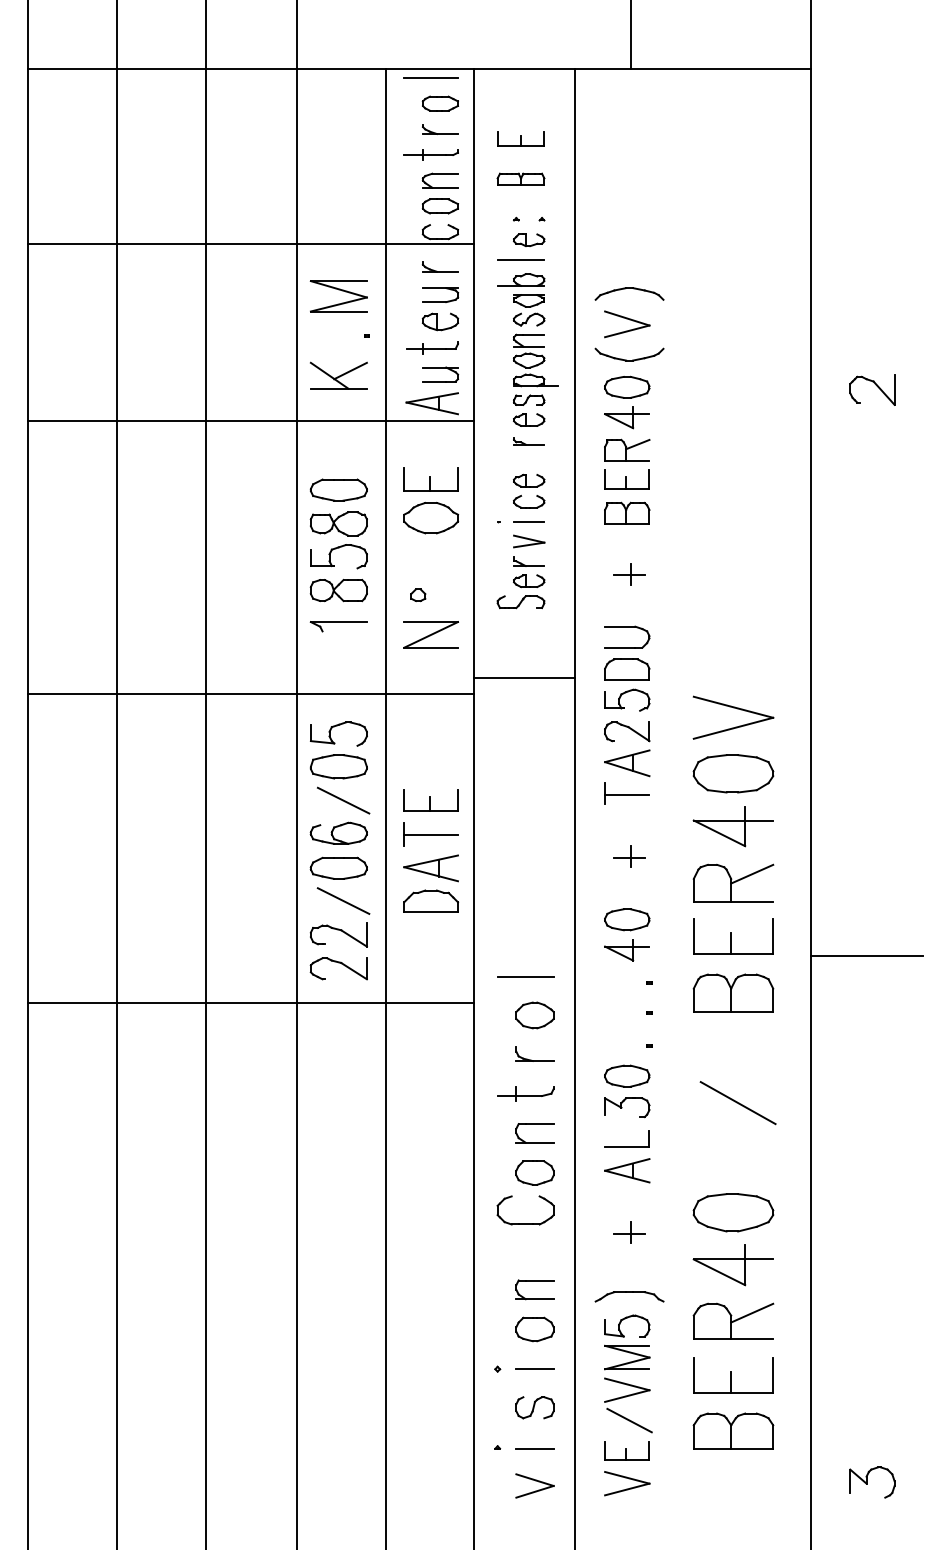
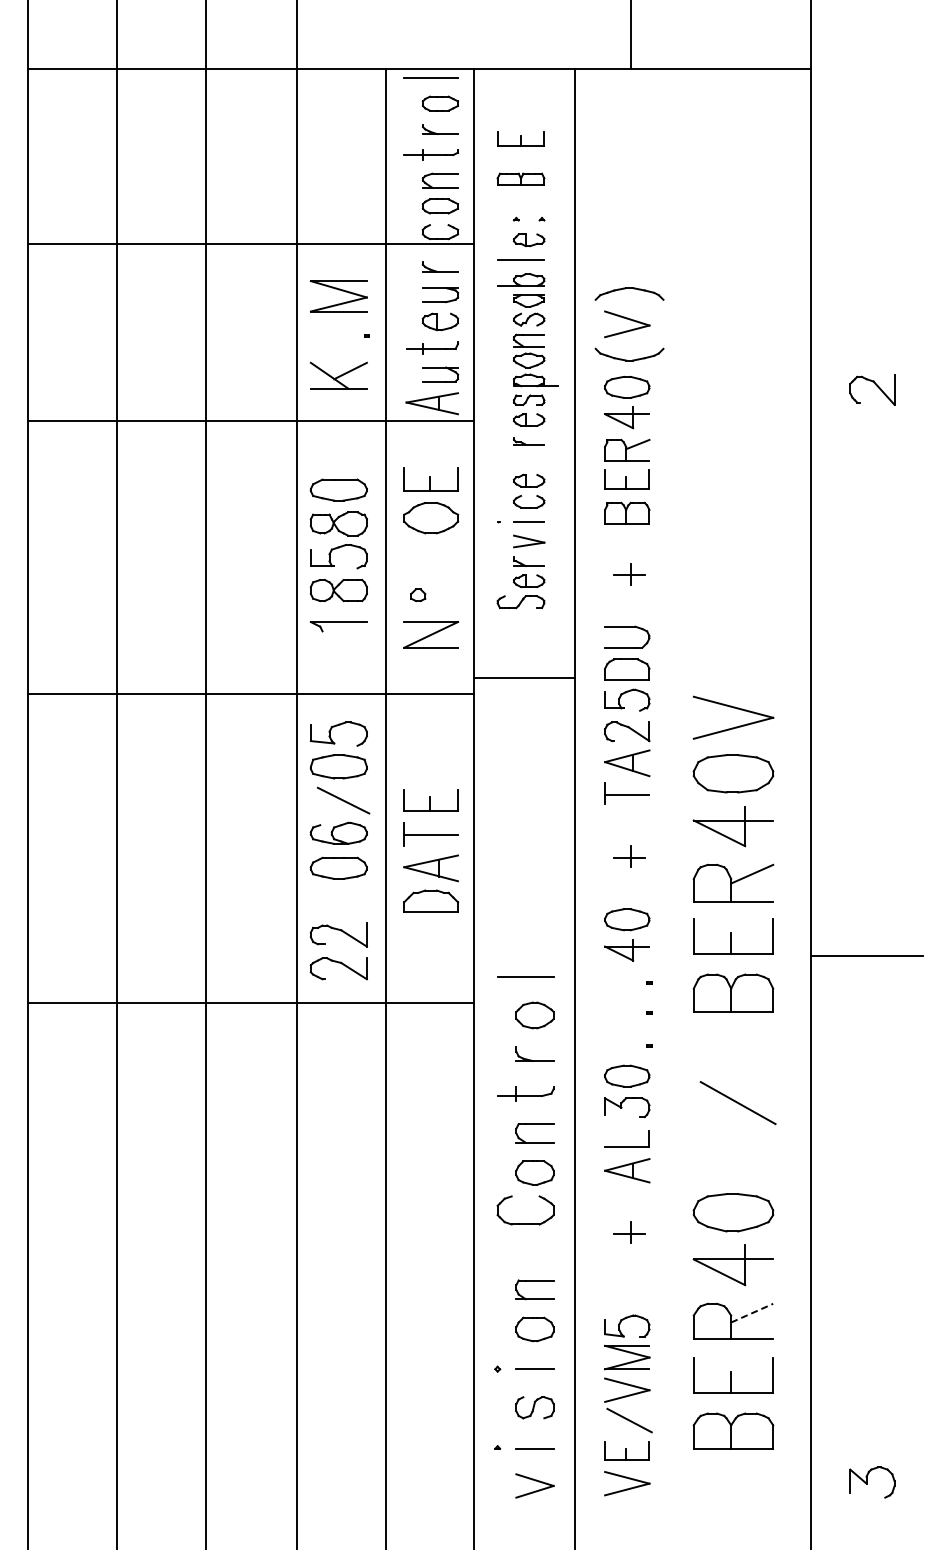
line at (343, 900): present -> none
part at (629, 1296): present -> none
line at (752, 1313): solid -> dashed
